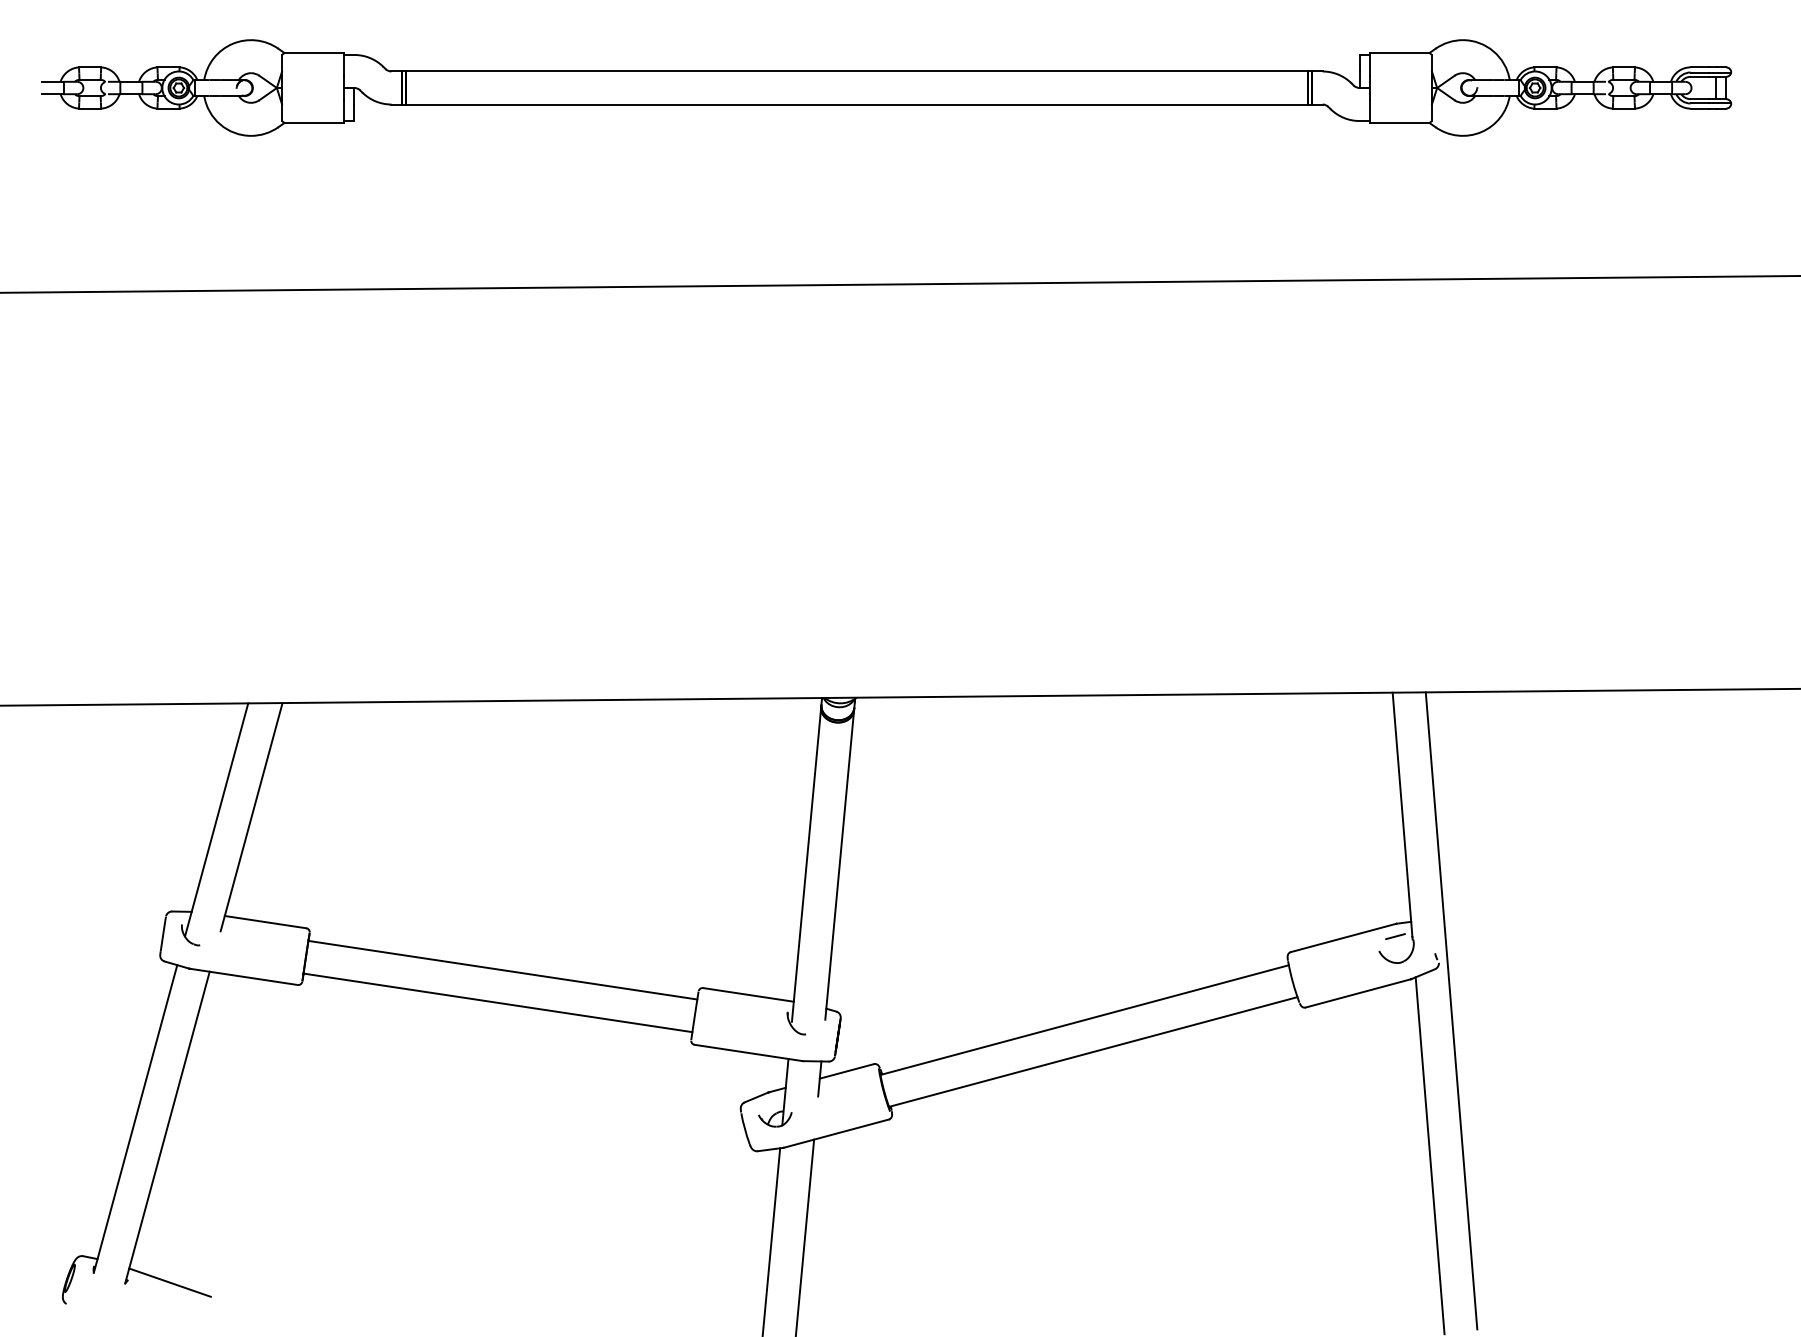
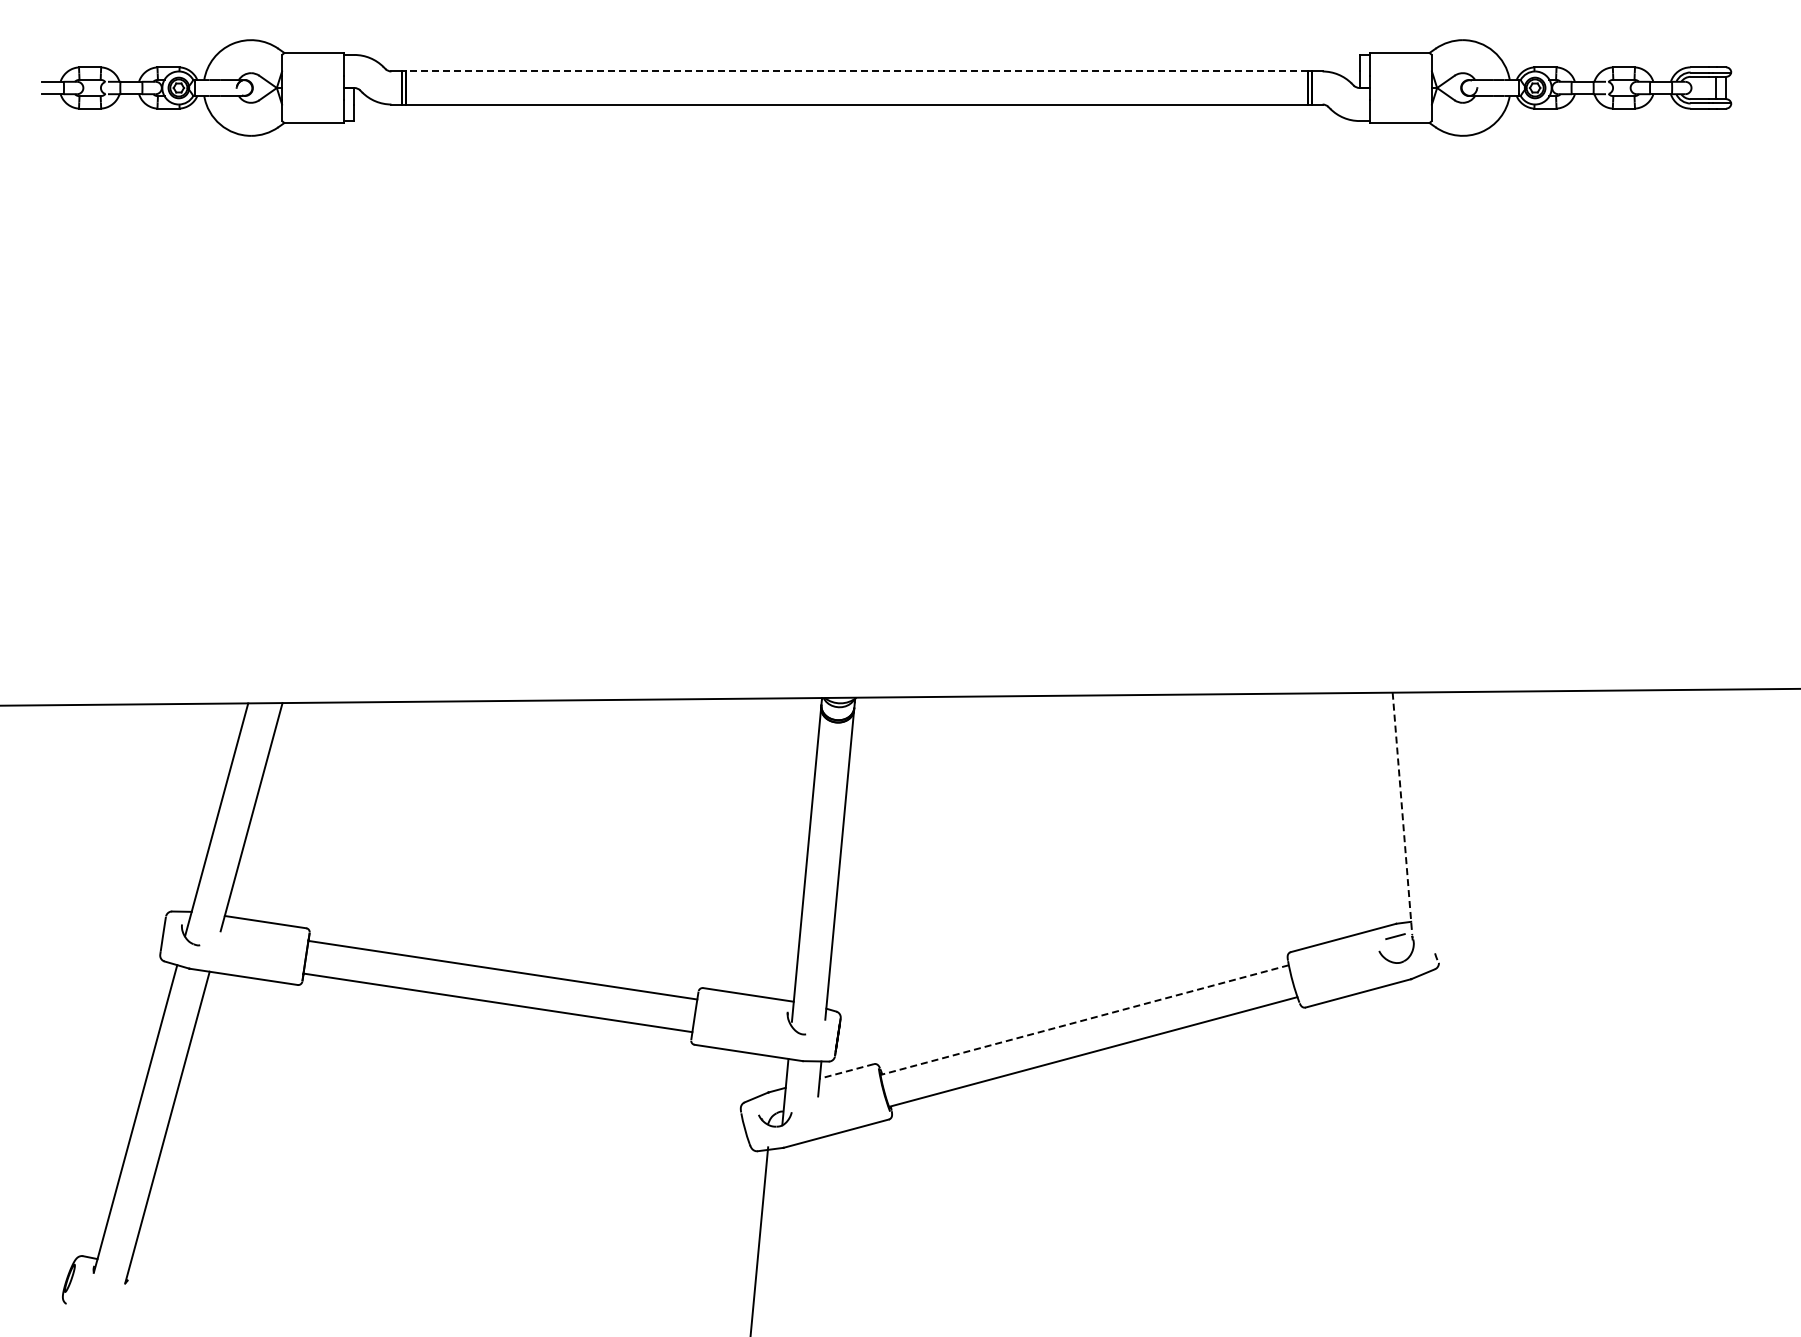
line at (856, 71): solid -> dashed
line at (899, 284): present -> none
line at (1402, 813): solid -> dashed
line at (1451, 1010): present -> none
line at (1084, 1020): solid -> dashed
line at (846, 1071): solid -> dashed
line at (1429, 1155): present -> none
line at (805, 1236): present -> none
line at (771, 1240) position: (771, 1240) -> (759, 1240)
line at (169, 1282): present -> none
